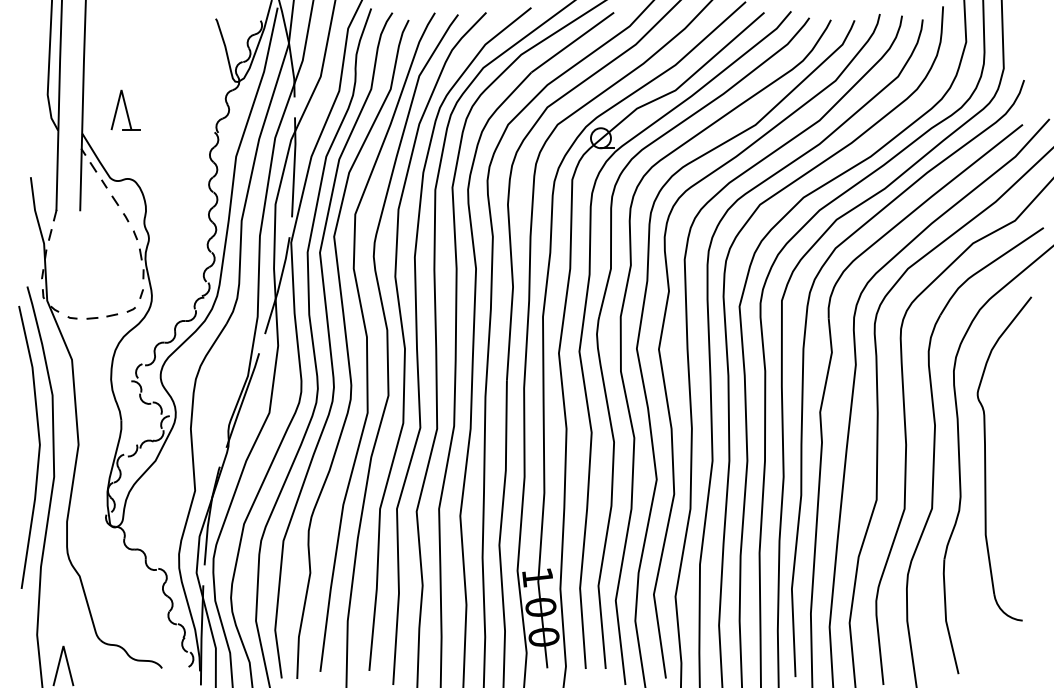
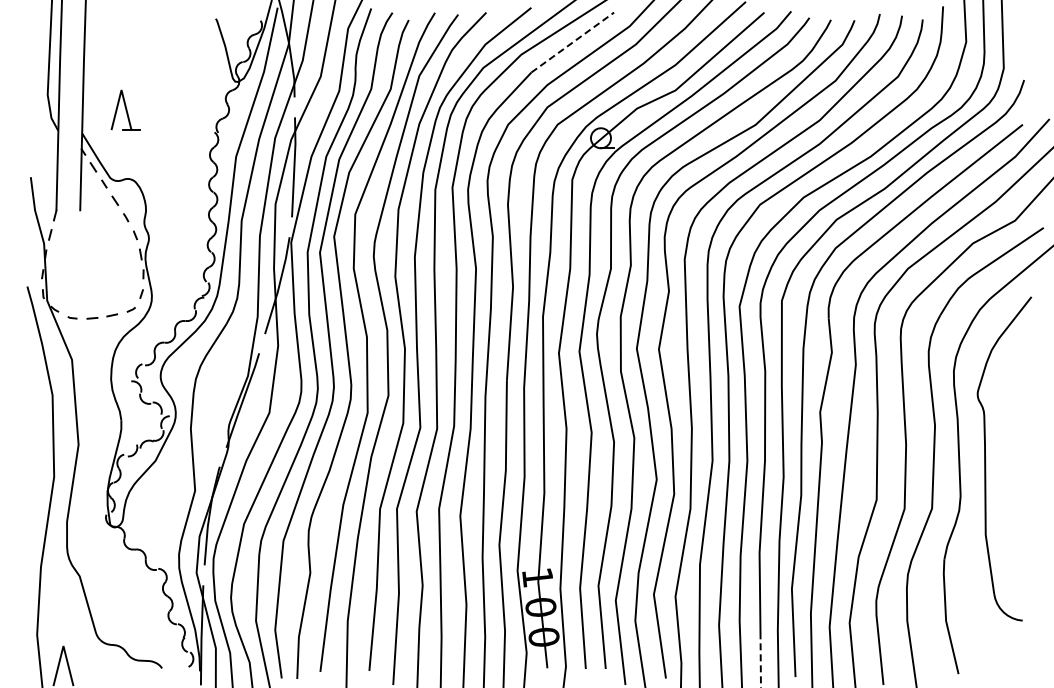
line at (573, 42): solid -> dashed
line at (38, 446): present -> none
line at (760, 661): solid -> dashed
